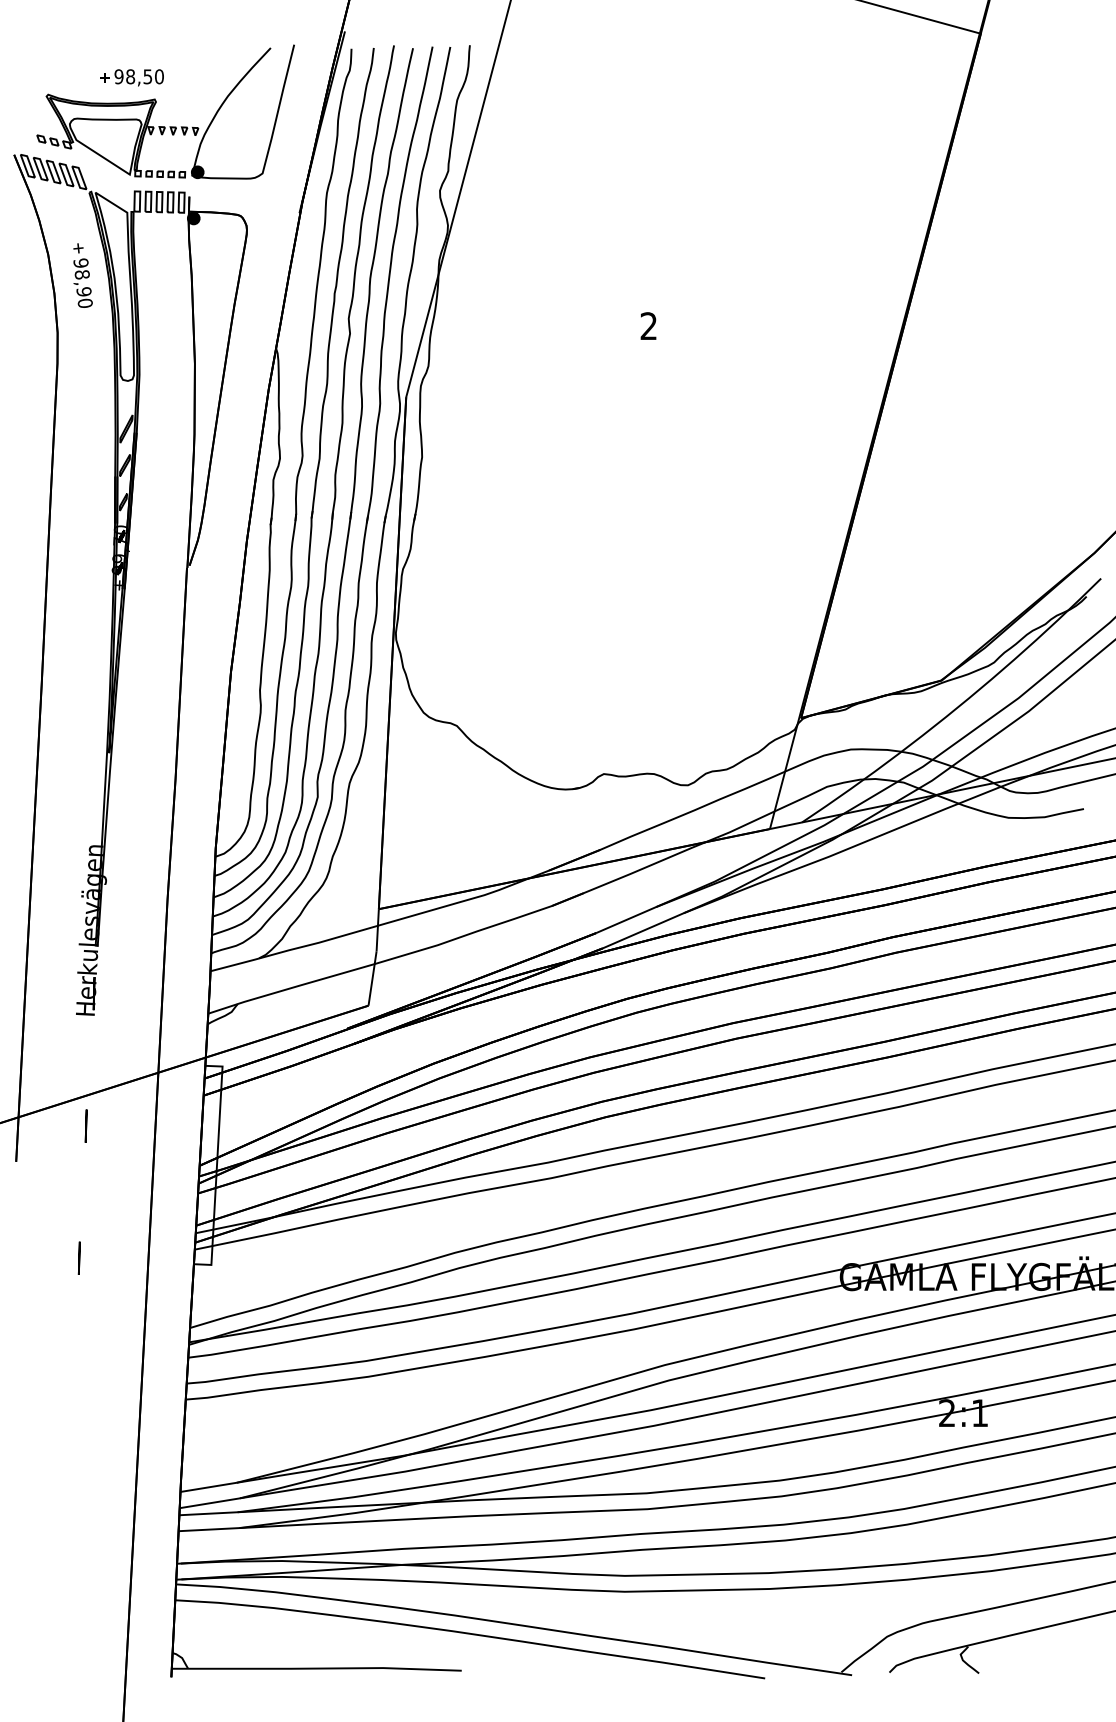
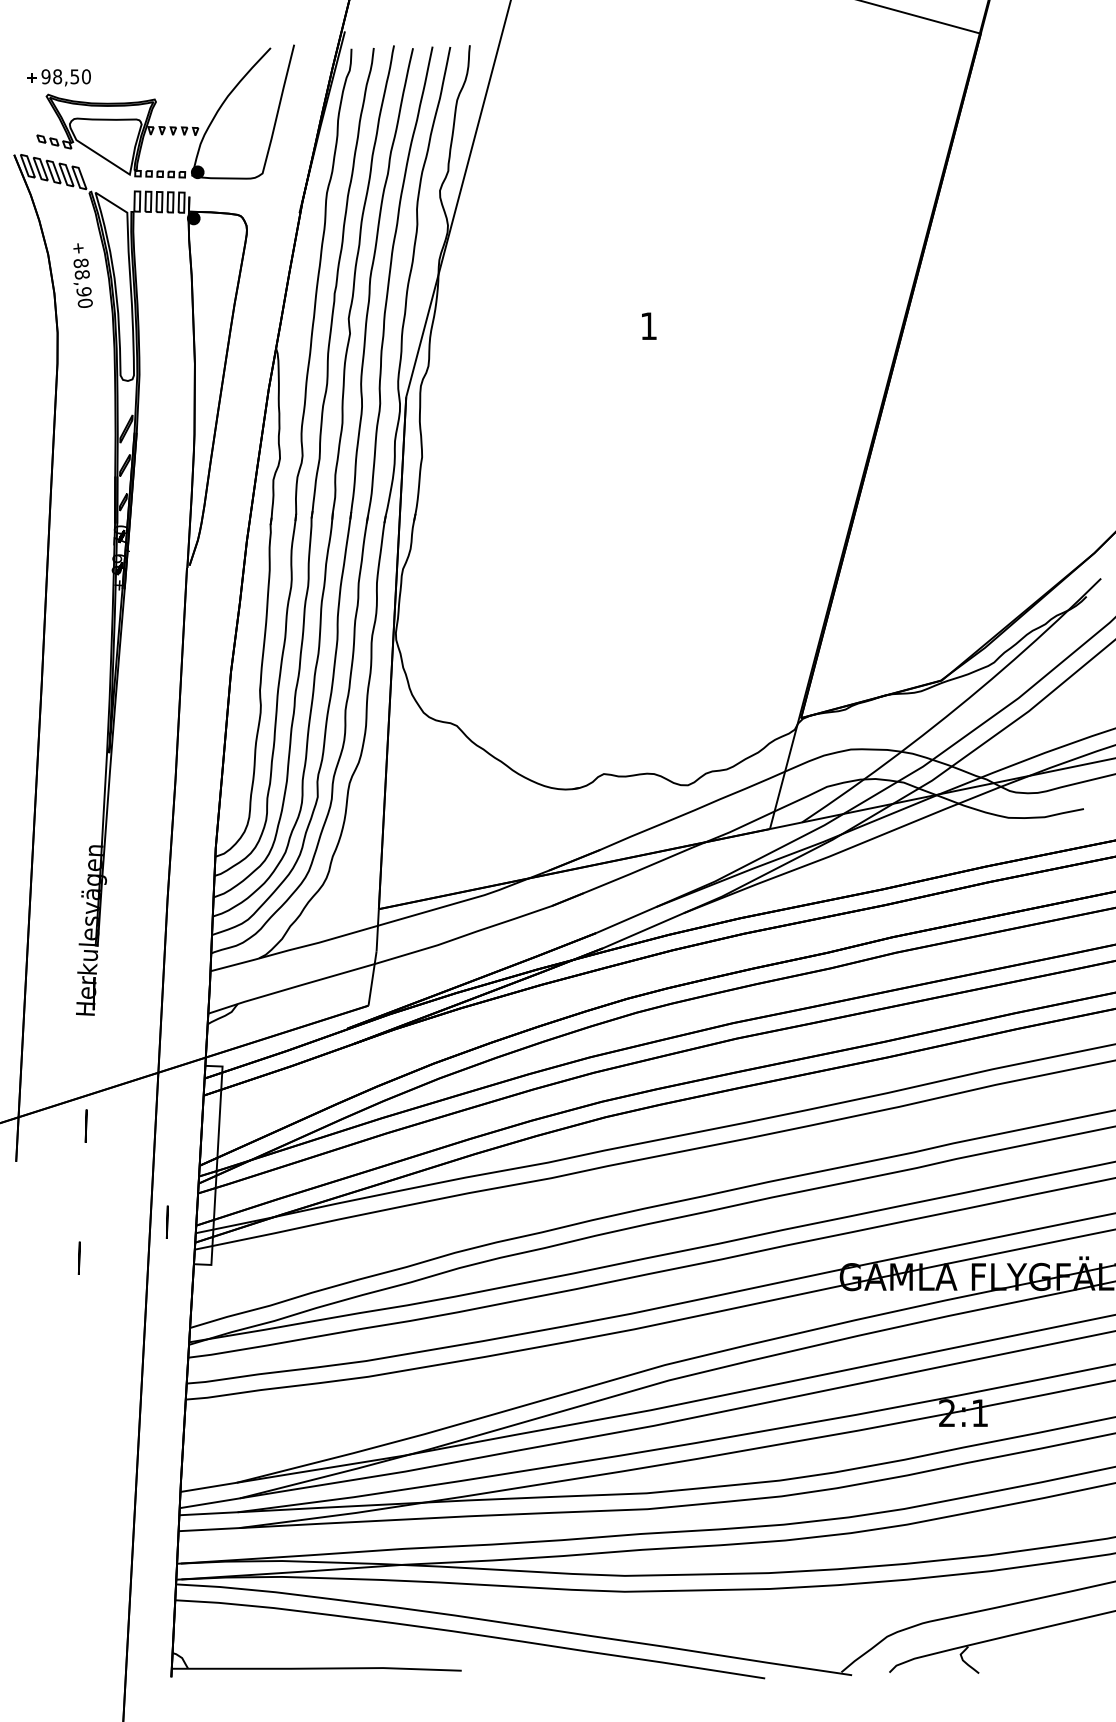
text at (131, 77) position: (131, 77) -> (58, 77)
text at (80, 263): 98,90 -> 88,90
text at (648, 325): 2 -> 1
line at (166, 1221): none -> present
